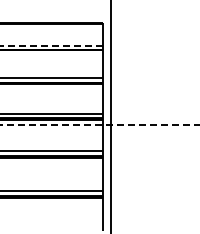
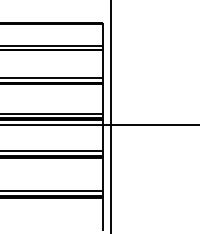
line at (51, 45): dashed -> solid
line at (99, 125): dashed -> solid
